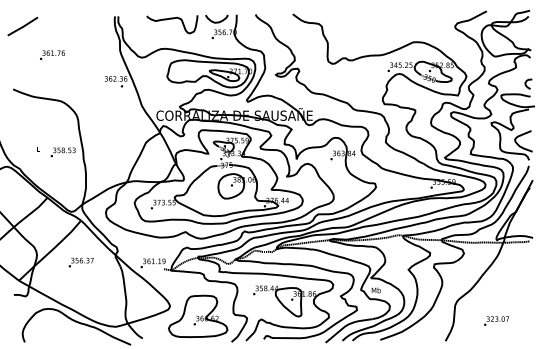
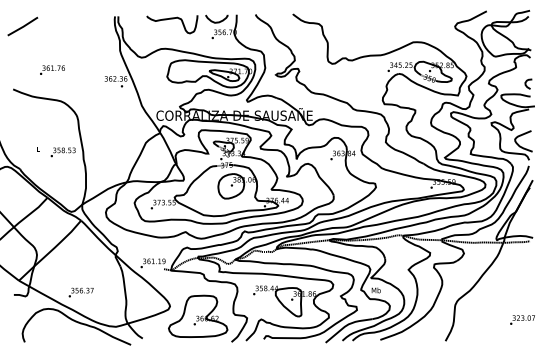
text at (52, 54) position: (52, 54) -> (52, 69)
text at (80, 262) position: (80, 262) -> (80, 292)
text at (496, 320) position: (496, 320) -> (522, 319)
